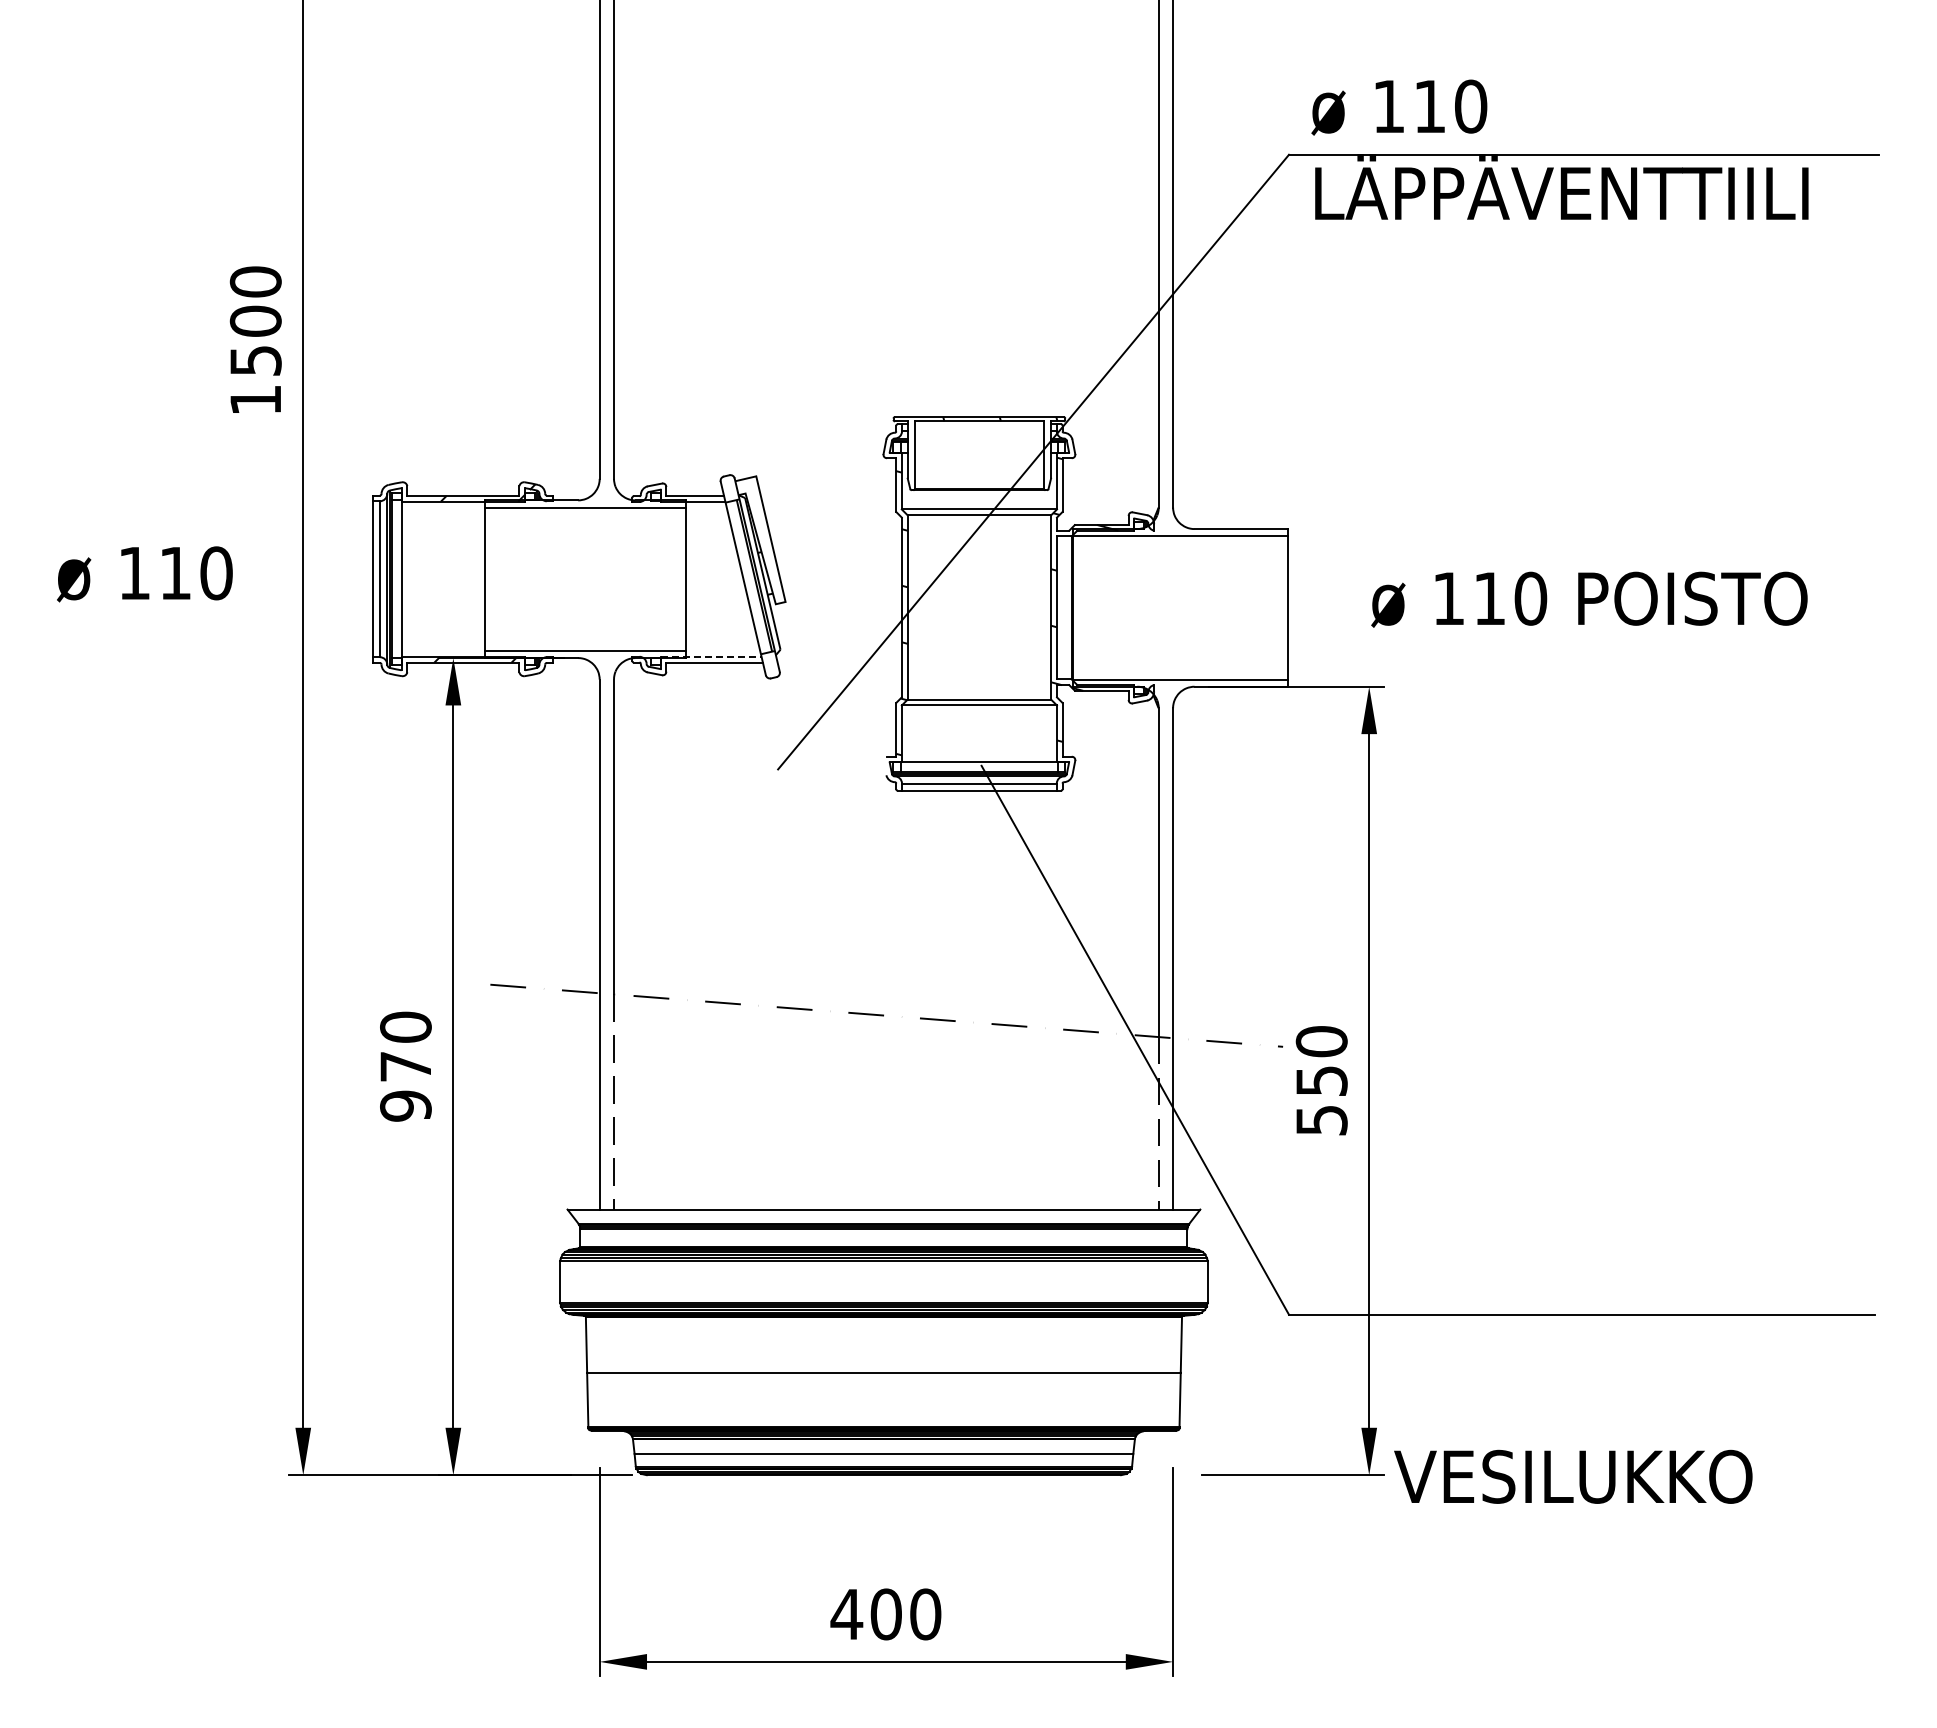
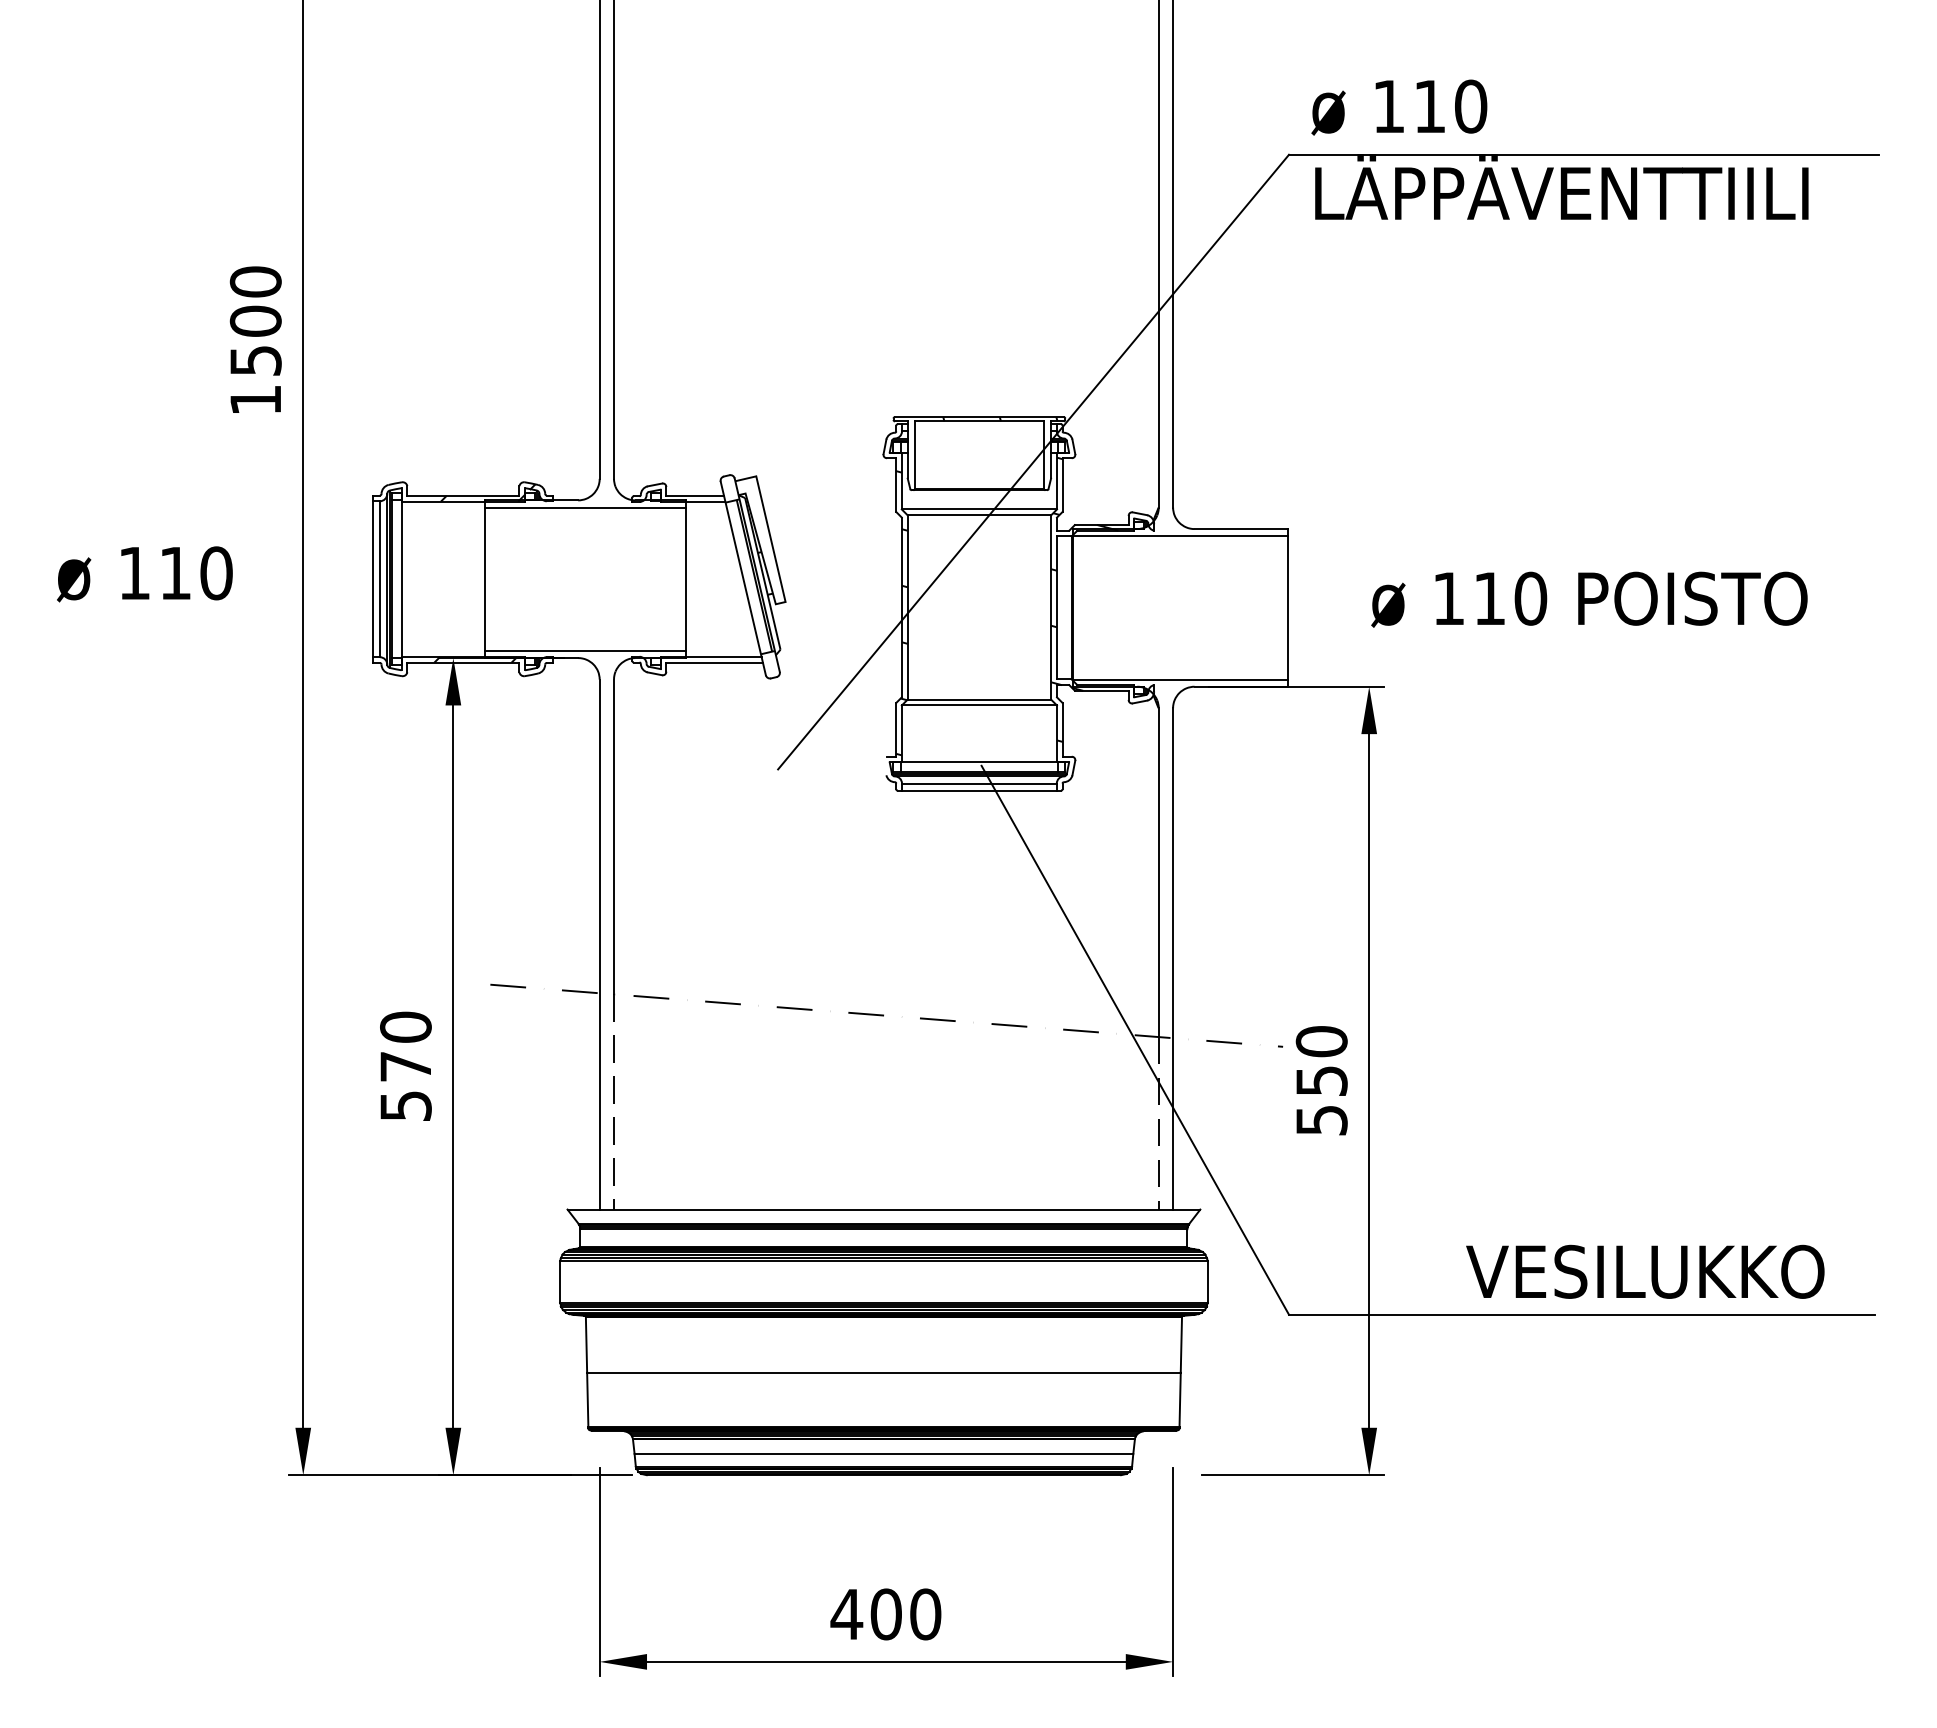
line at (711, 656): dashed -> solid
text at (405, 1105): 970 -> 570
text at (1573, 1476) position: (1573, 1476) -> (1645, 1271)
